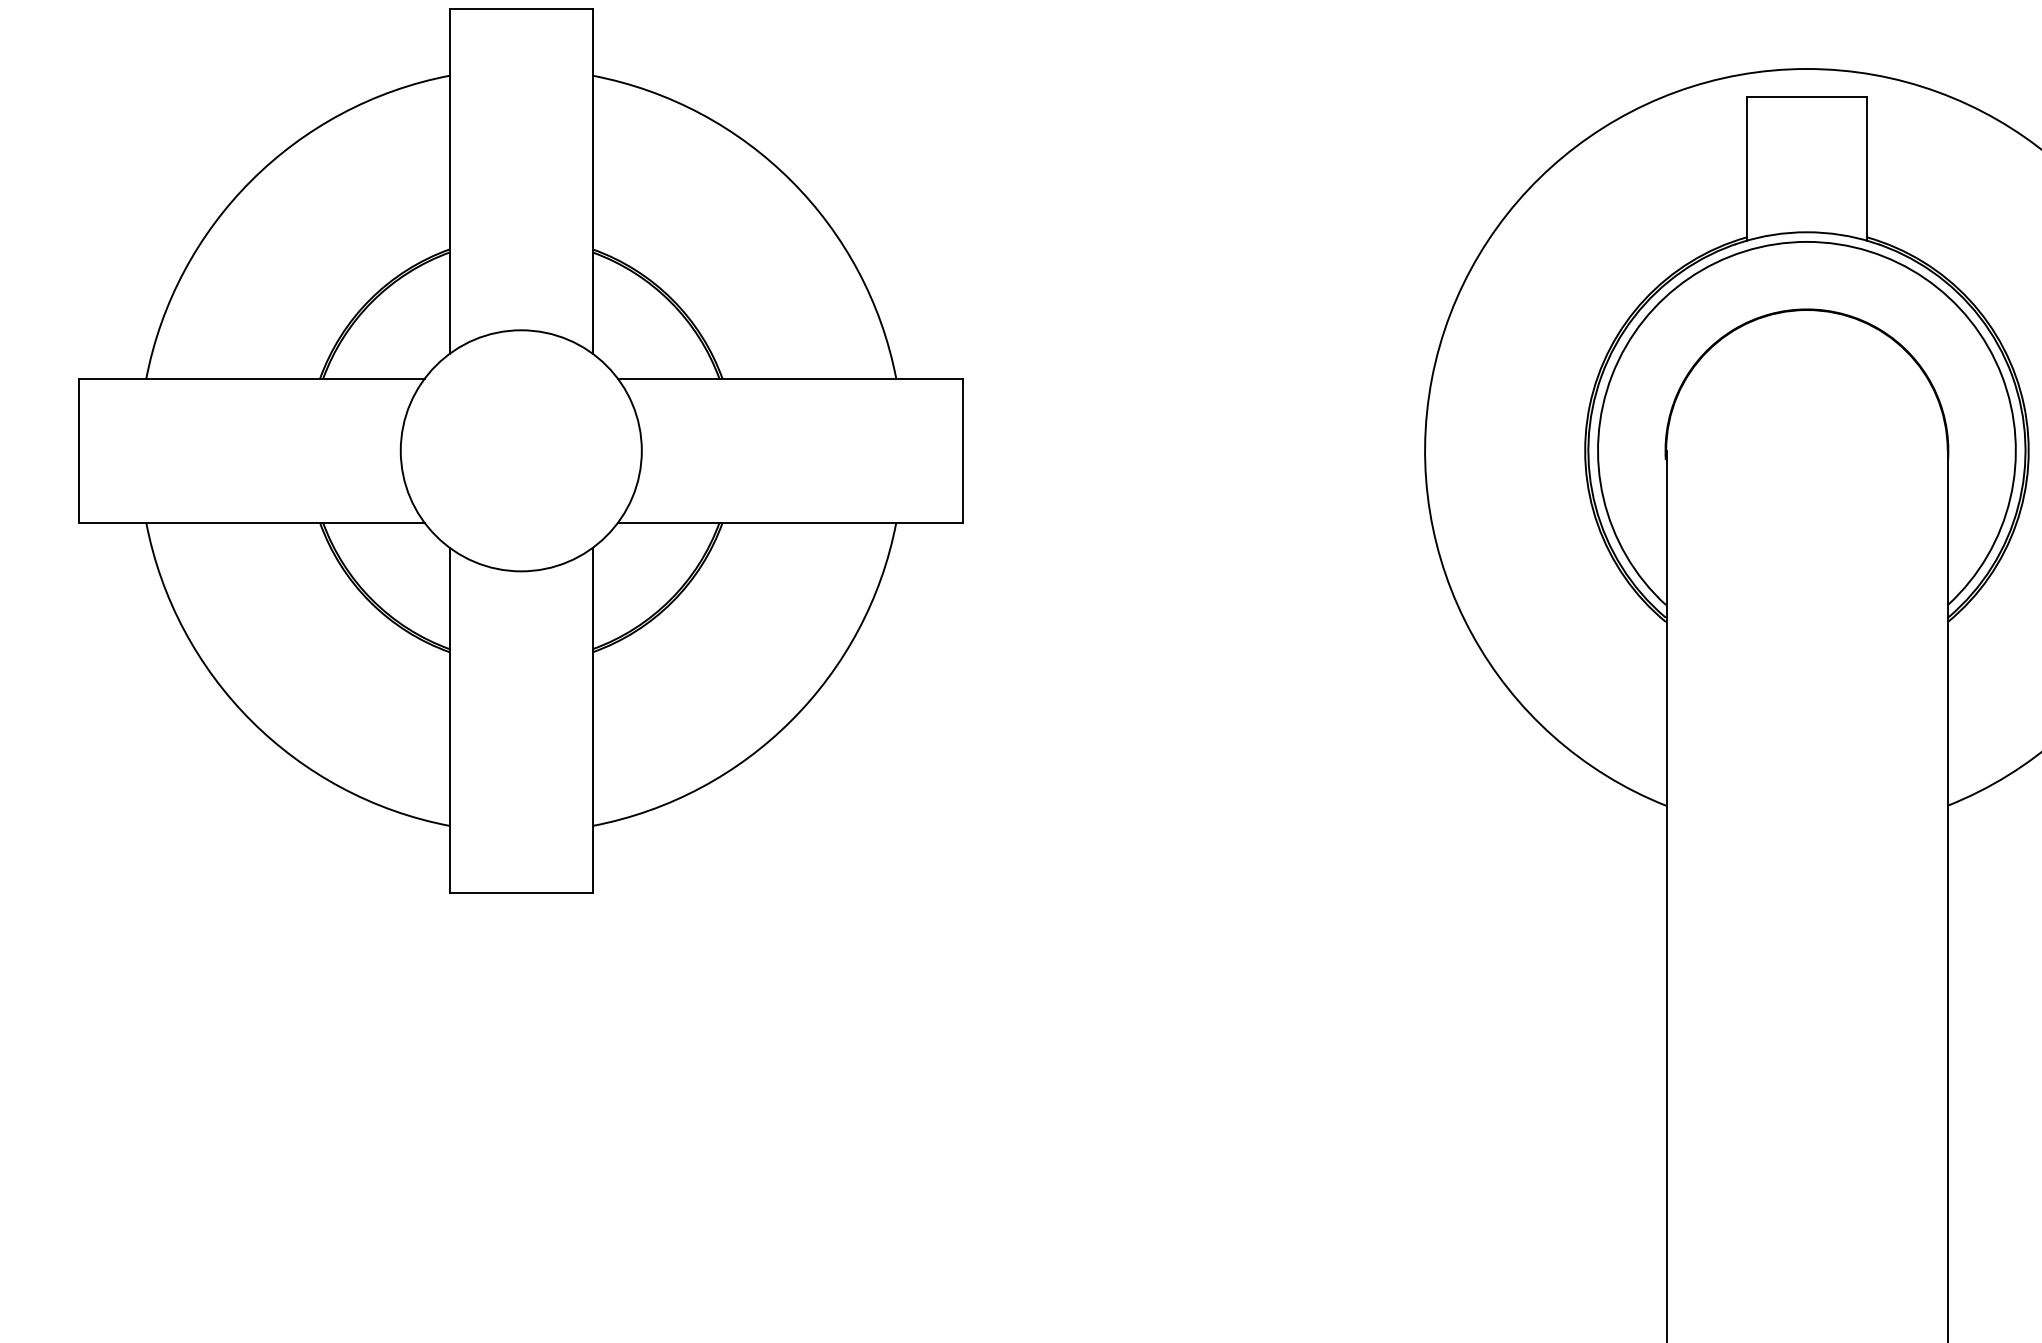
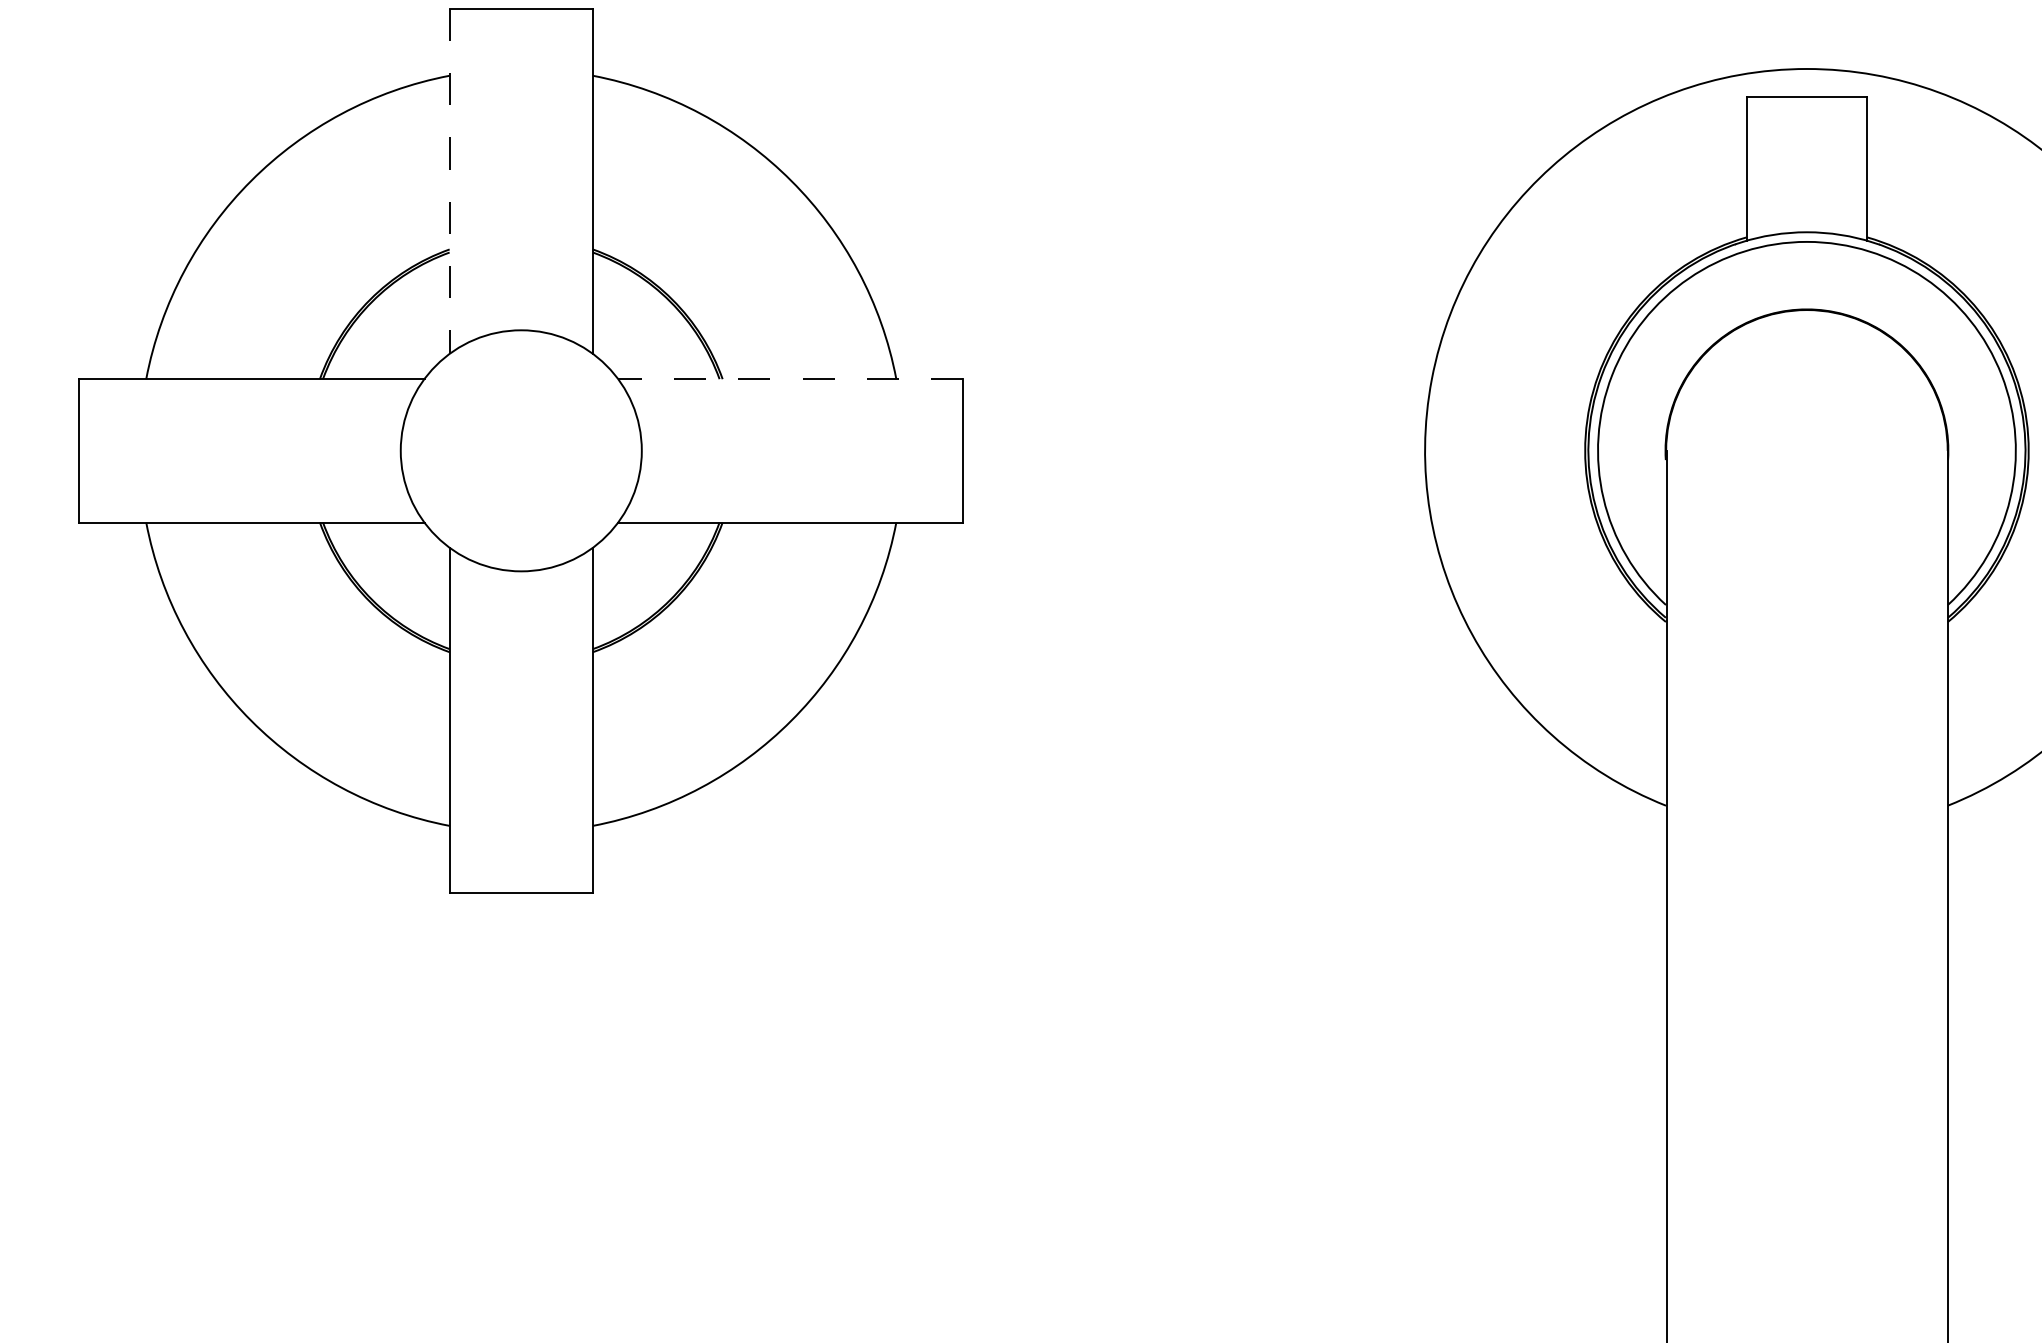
line at (449, 181): solid -> dashed
line at (790, 379): solid -> dashed
